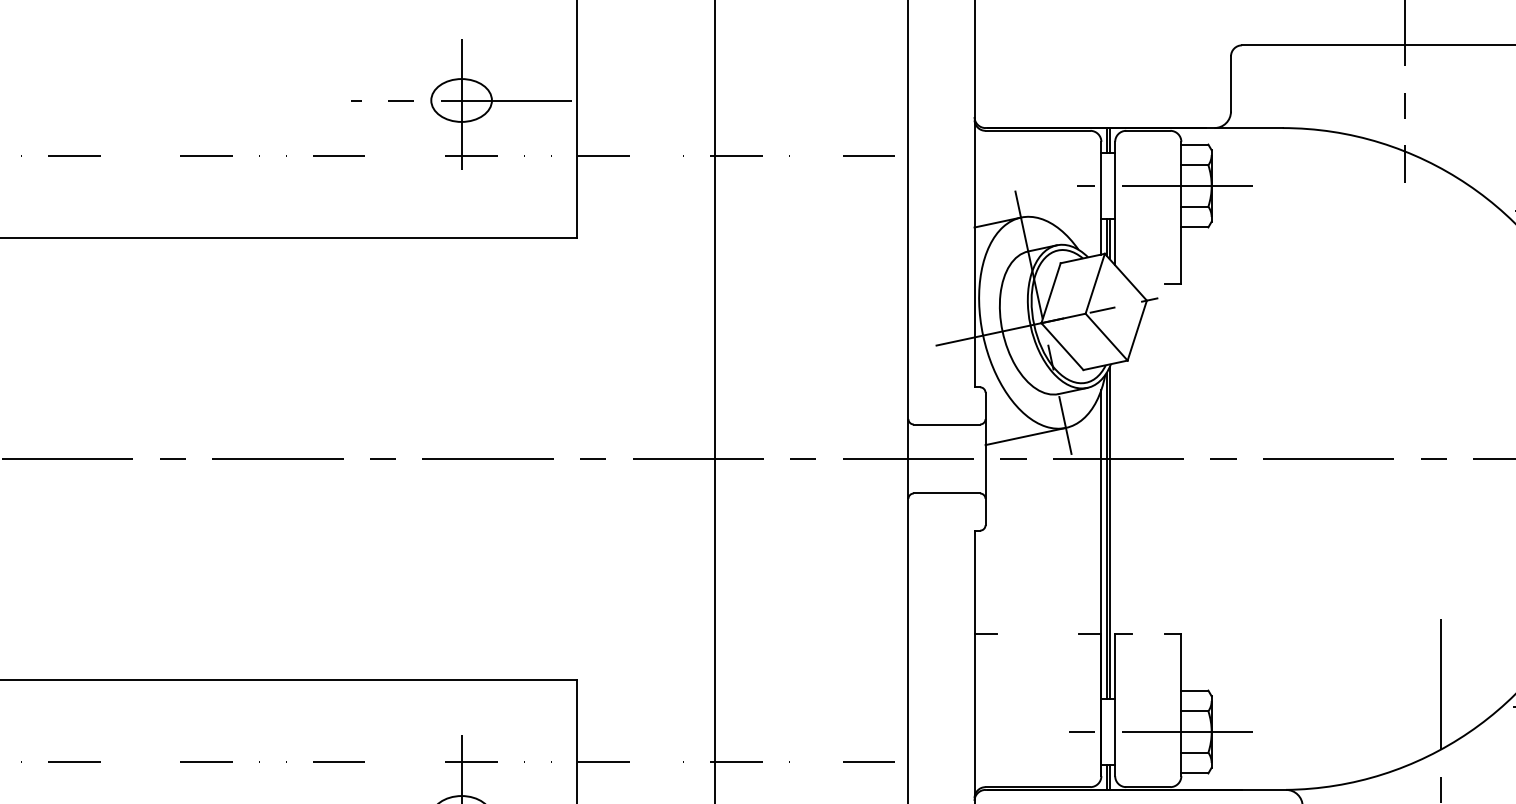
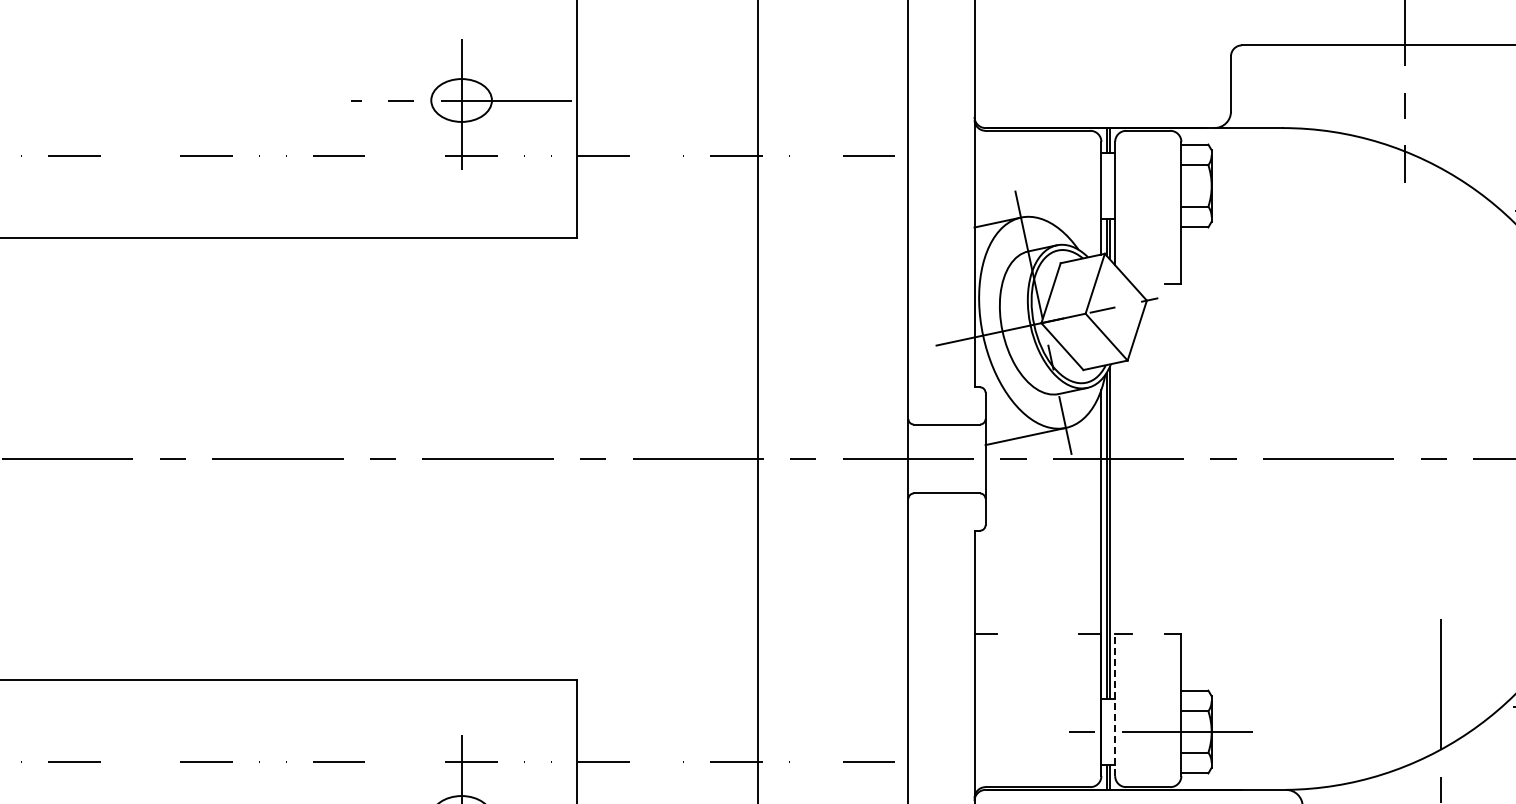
line at (1164, 185): present -> none
line at (715, 401) position: (715, 401) -> (758, 401)
line at (1115, 705): solid -> dashed
